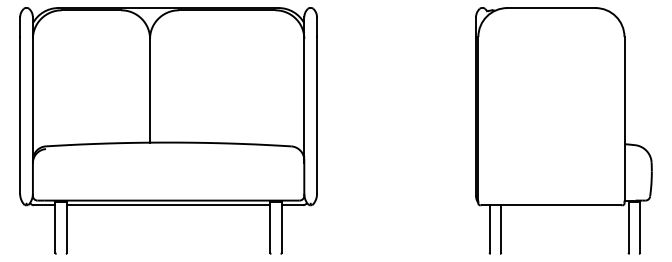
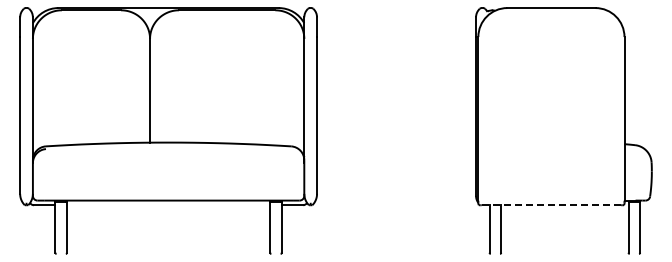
line at (168, 205): present -> none
line at (551, 205): solid -> dashed
